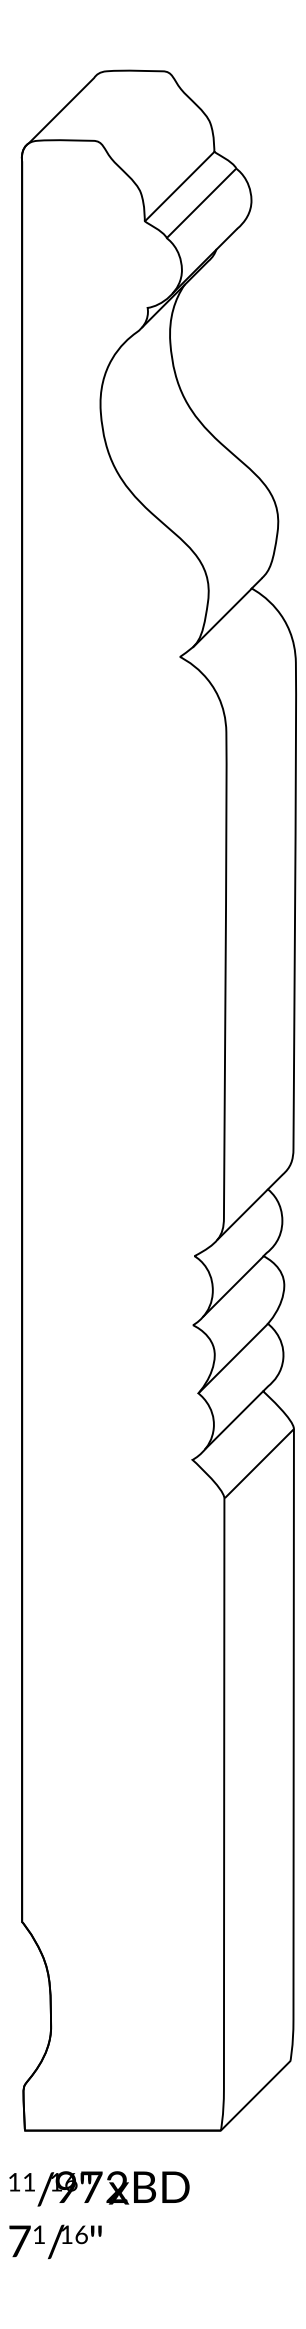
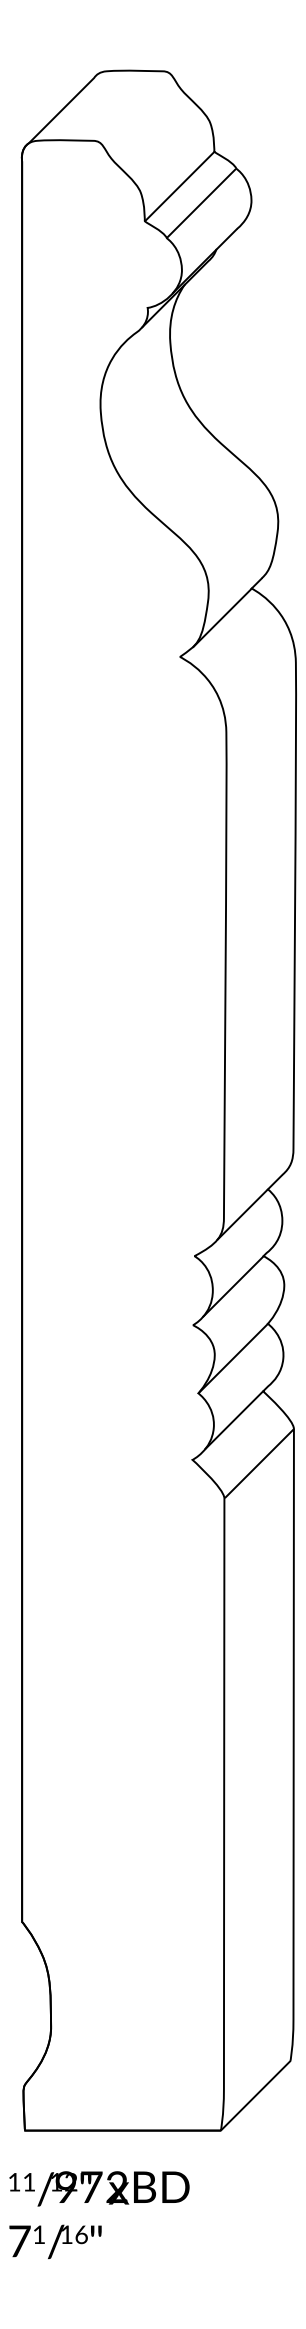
text at (71, 2182): 16 -> 12
